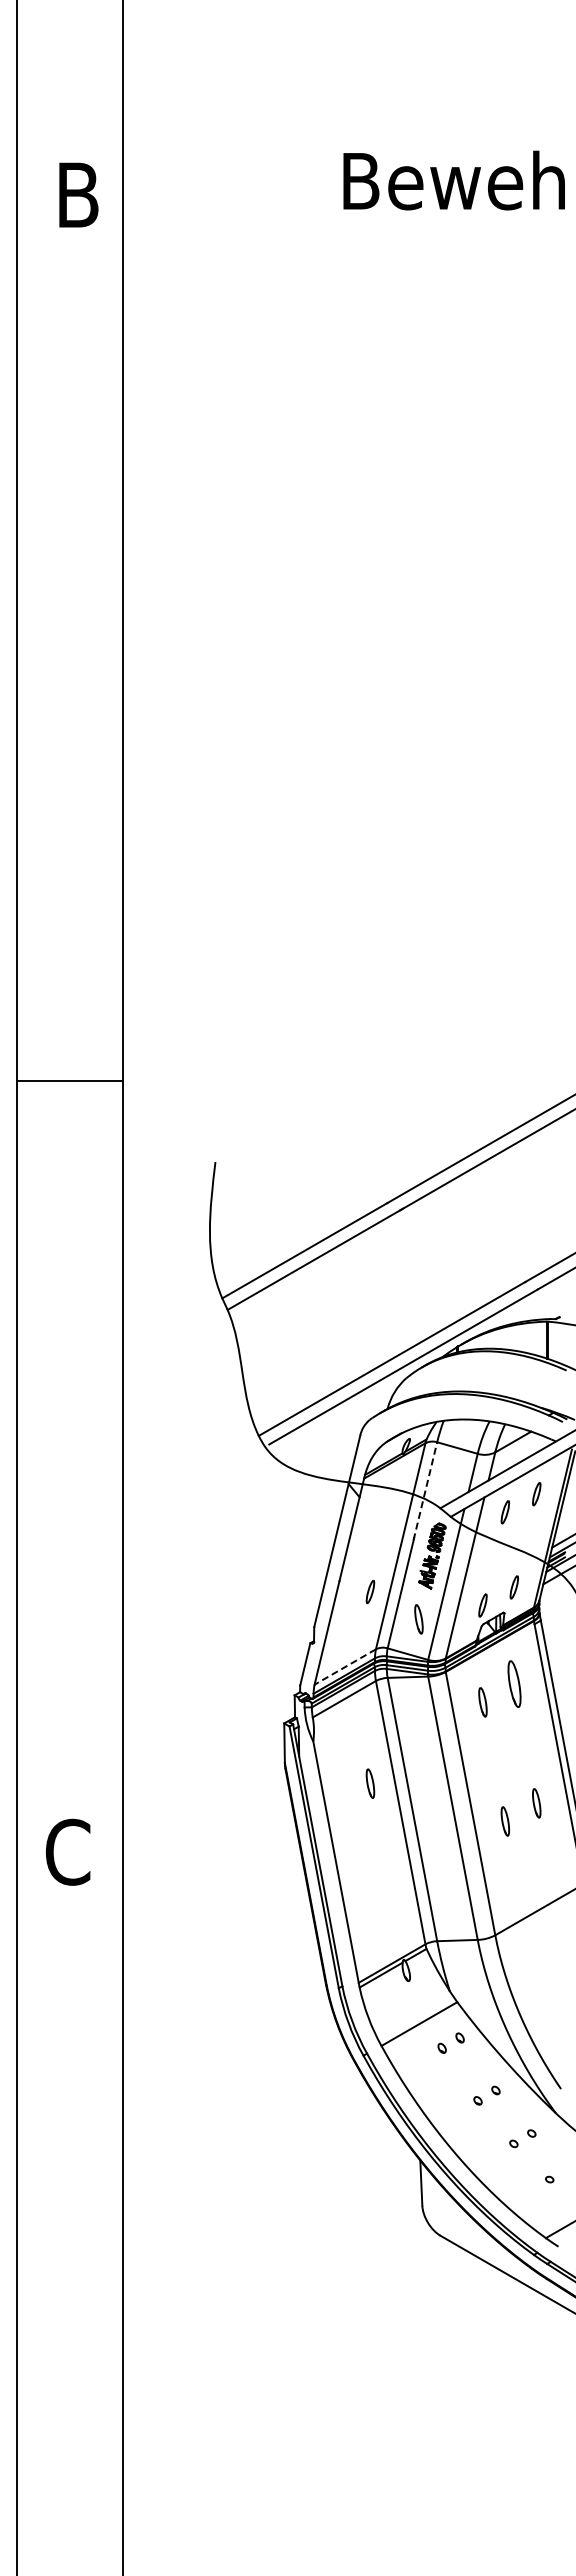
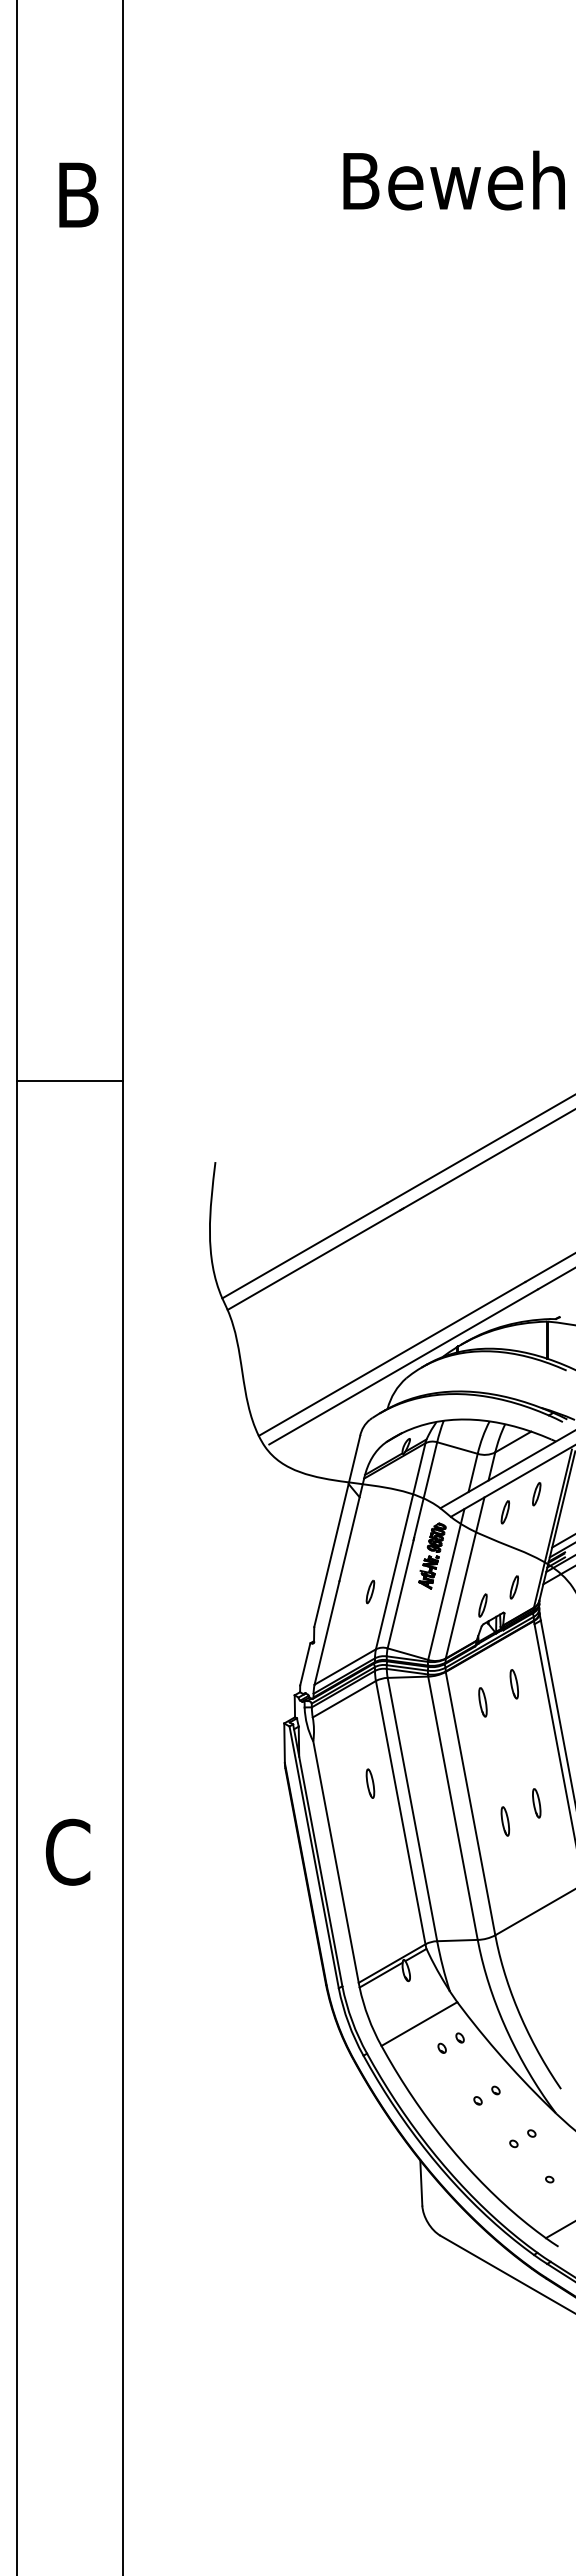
line at (425, 1490): dashed -> solid
part at (418, 1619): present -> none
line at (344, 1667): dashed -> solid
part at (514, 1683) size: 15x48 px -> 10x31 px
